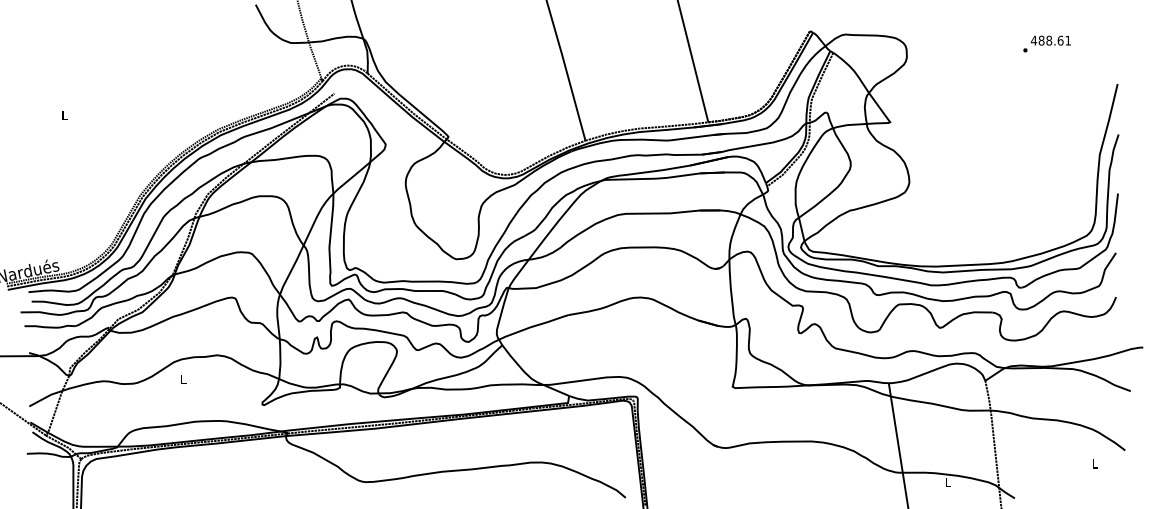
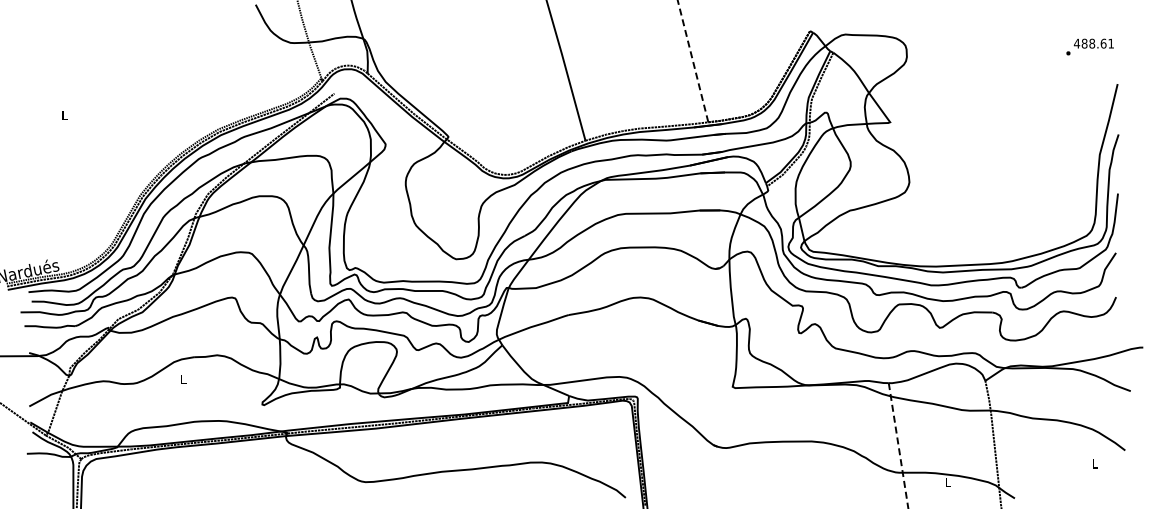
text at (1046, 43) position: (1046, 43) -> (1089, 46)
line at (693, 61): solid -> dashed
line at (898, 445): solid -> dashed
